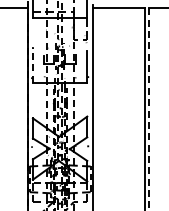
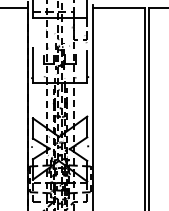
line at (32, 64): dashed -> solid
line at (149, 109): dashed -> solid
